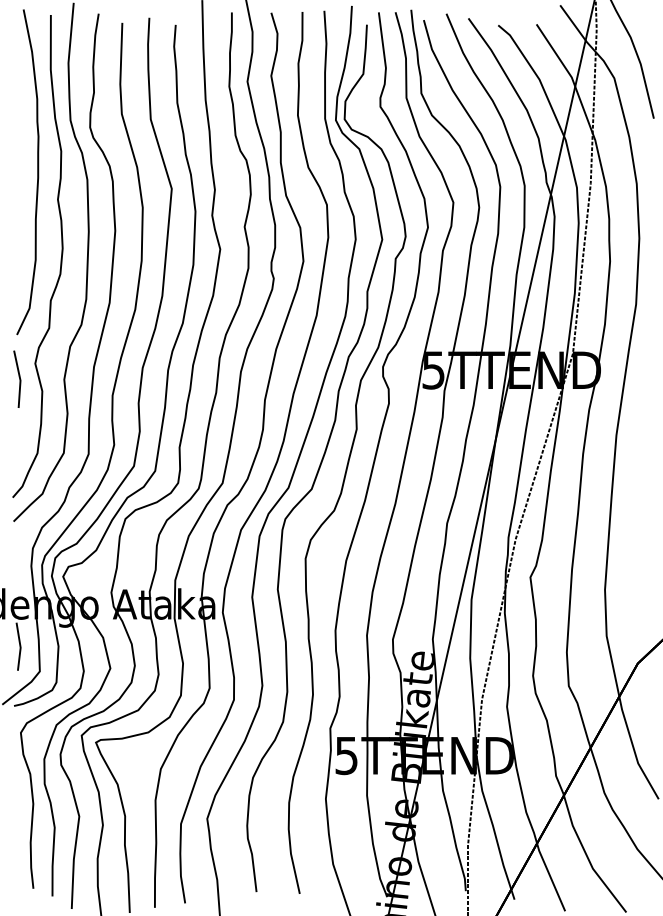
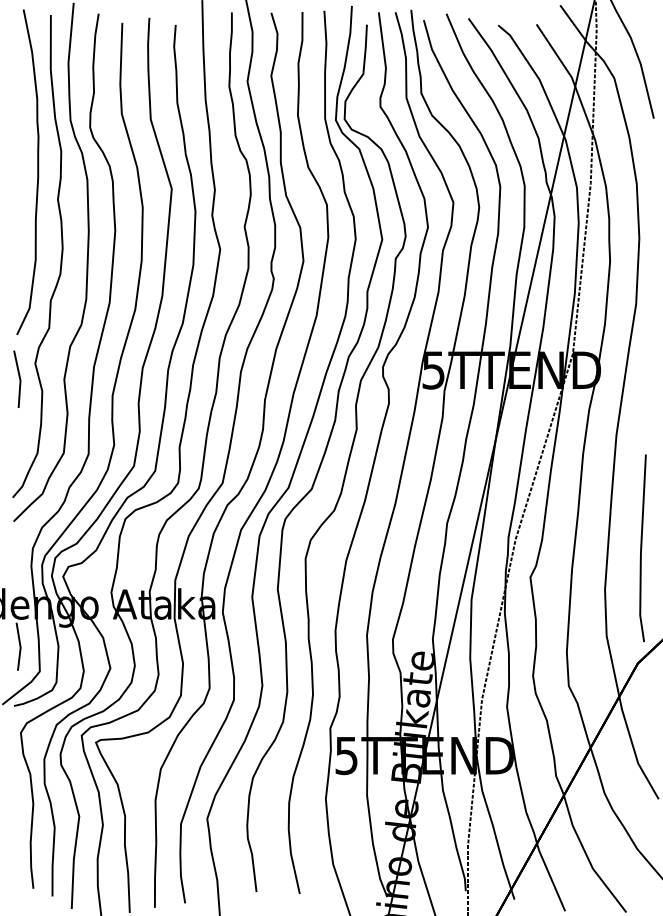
line at (642, 548): none -> present
